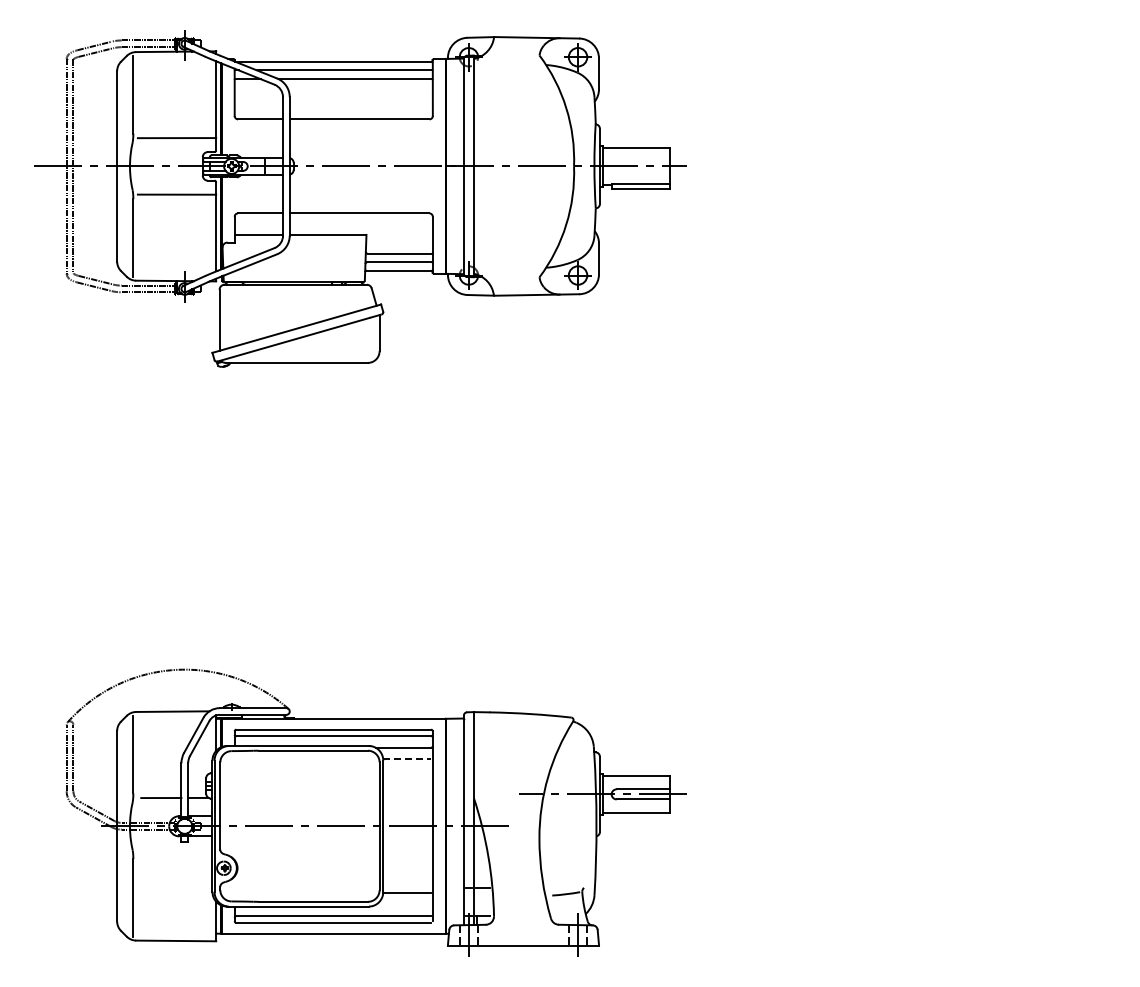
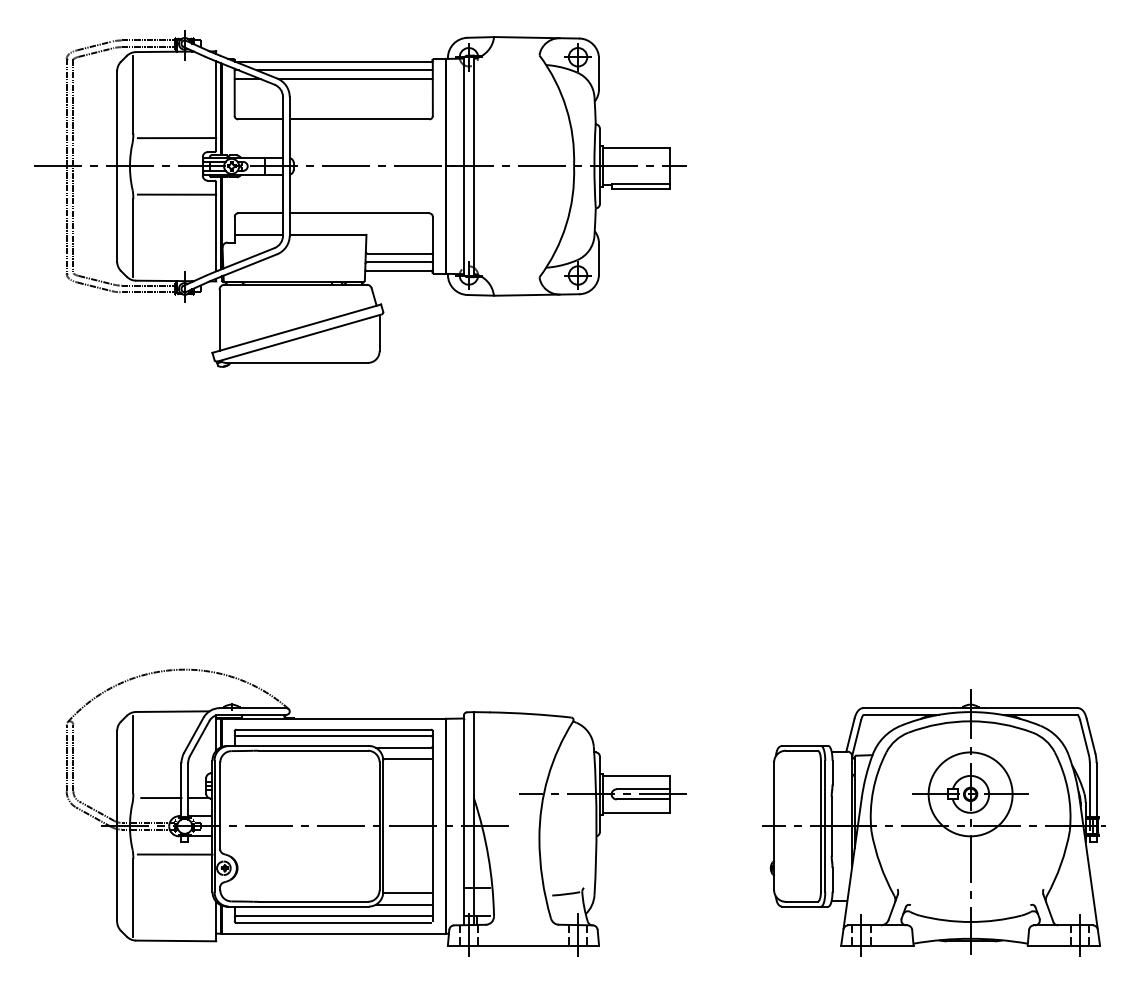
line at (407, 759): dashed -> solid
part at (933, 822): none -> present
line at (174, 854): none -> present
line at (403, 904): none -> present
